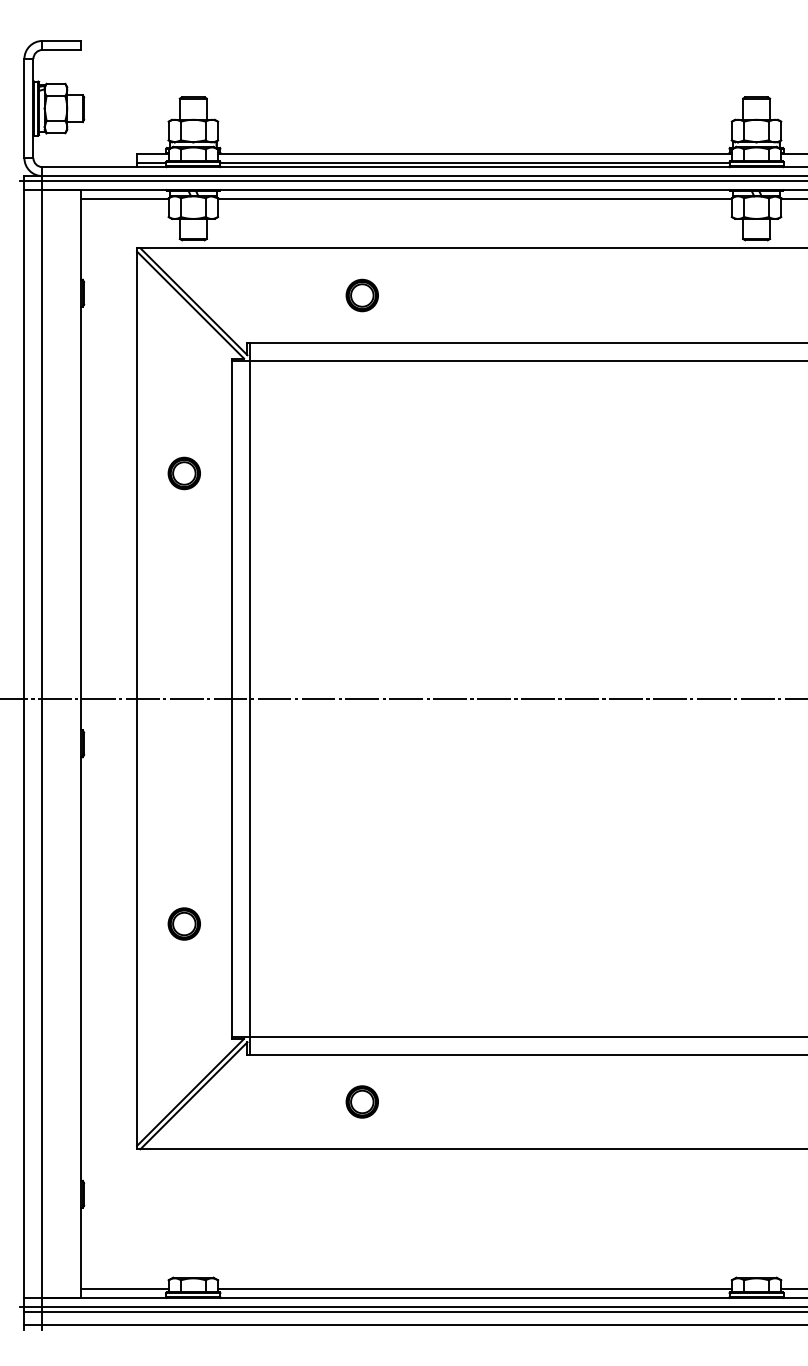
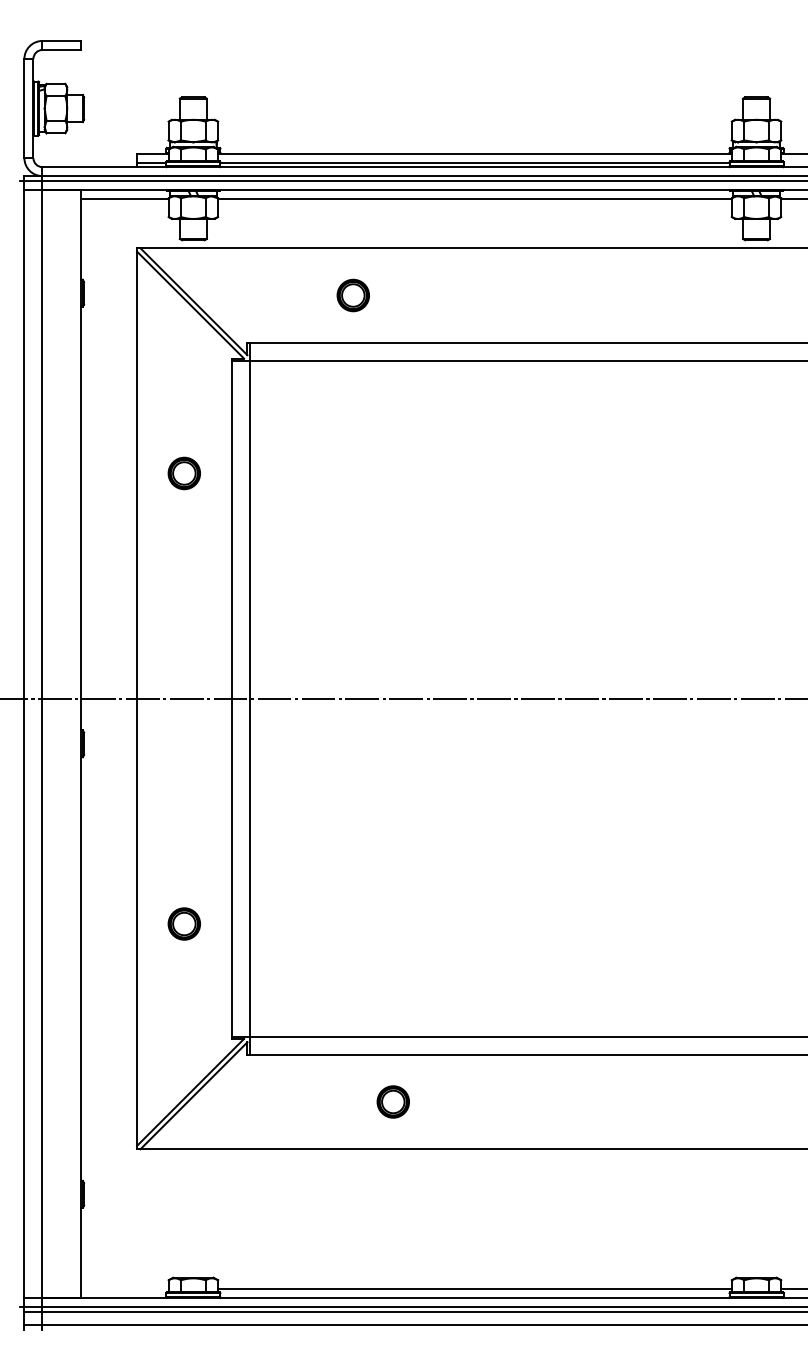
part at (361, 295) position: (361, 295) -> (352, 295)
part at (361, 1101) position: (361, 1101) -> (392, 1101)
line at (124, 1288): present -> none
